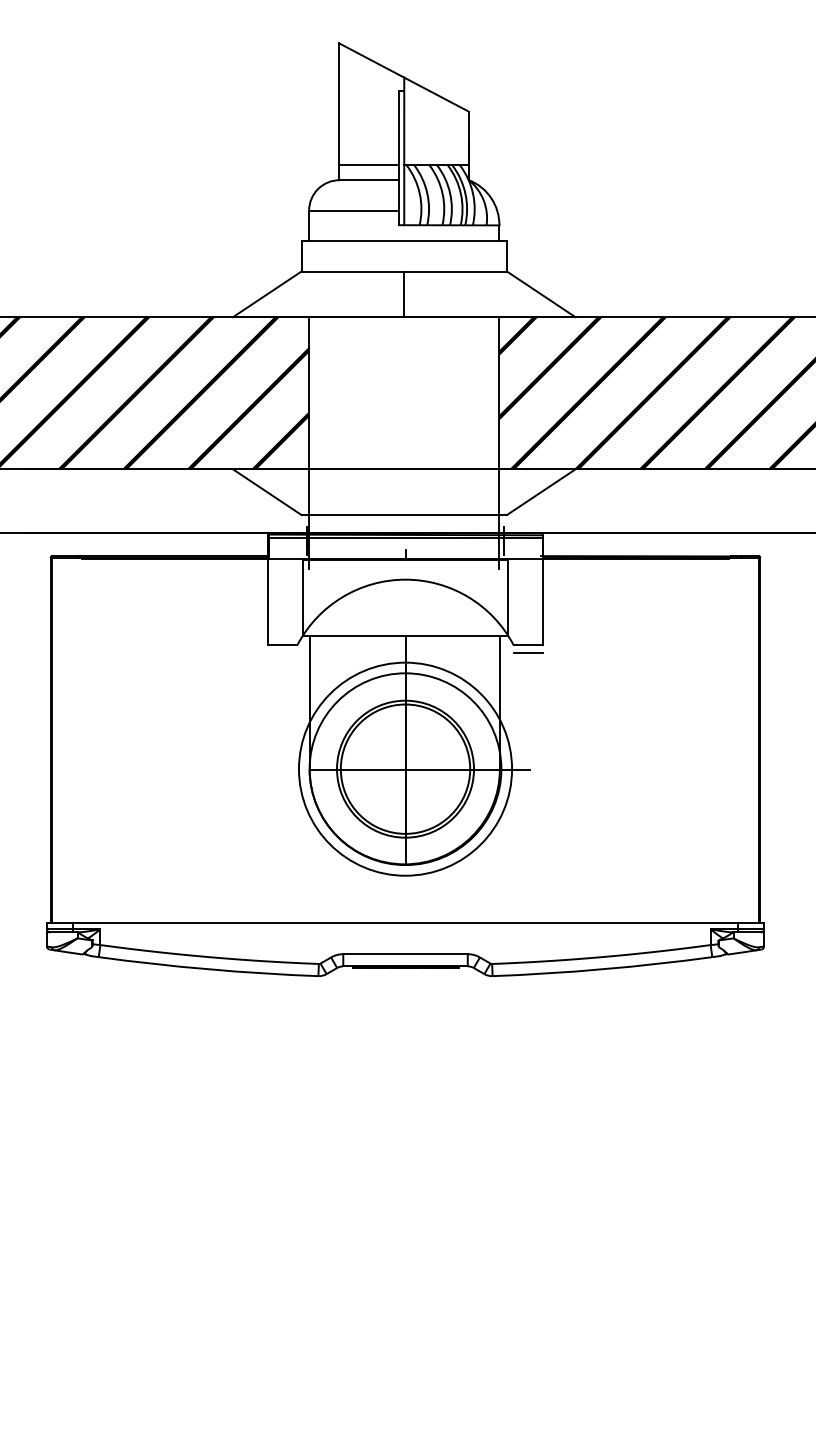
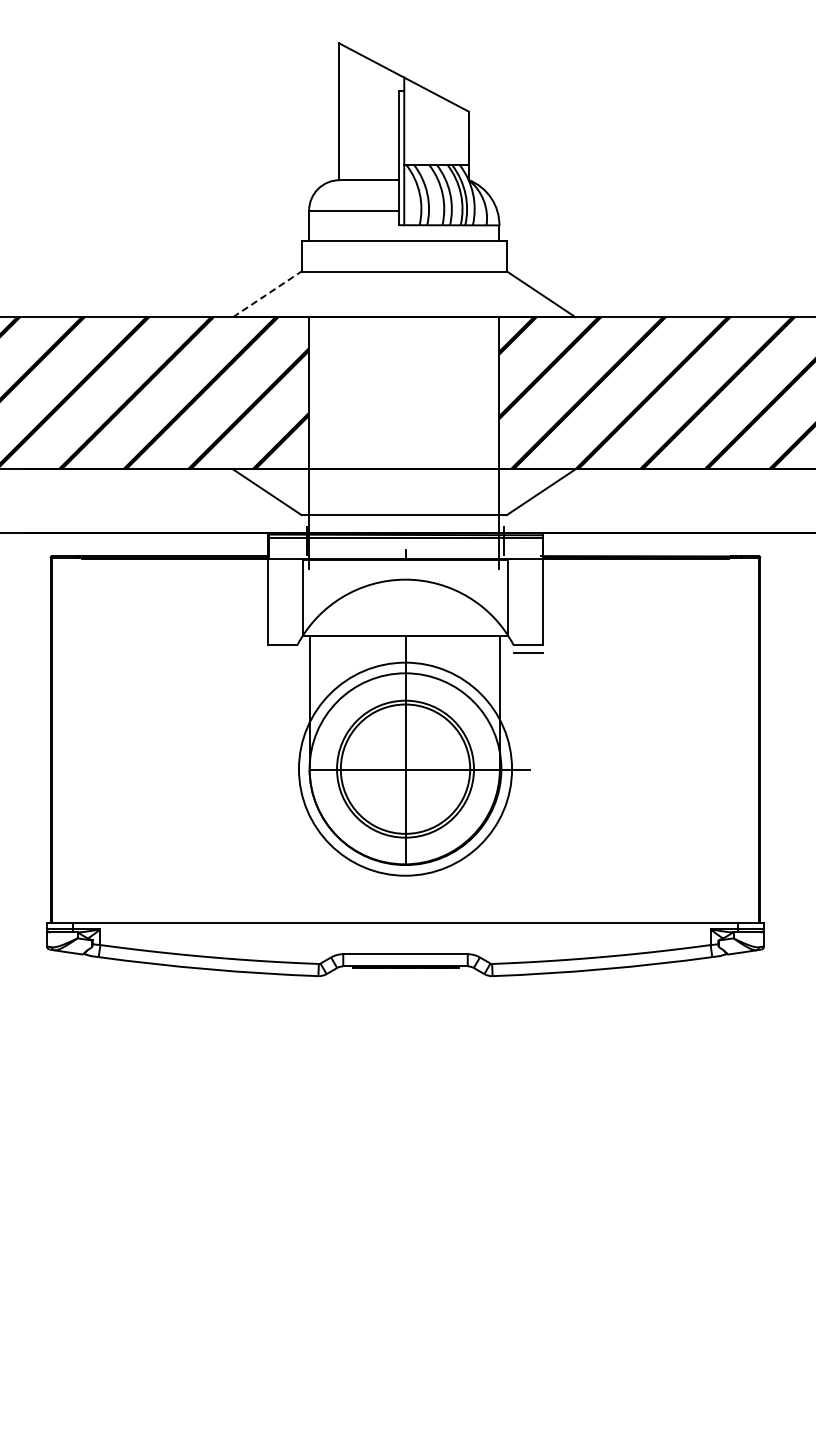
line at (369, 165): present -> none
line at (267, 294): solid -> dashed
line at (404, 294): present -> none
